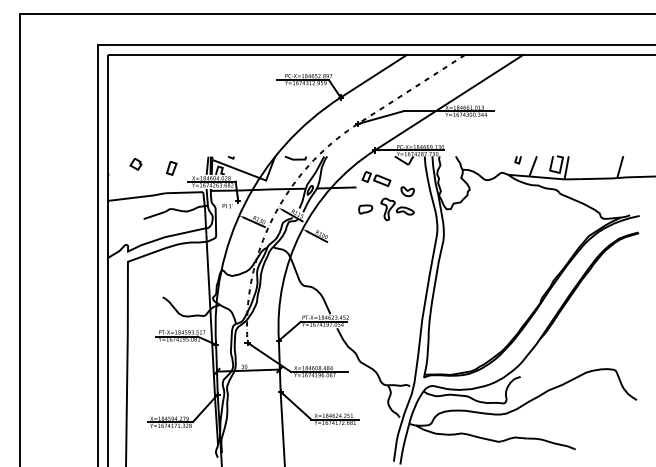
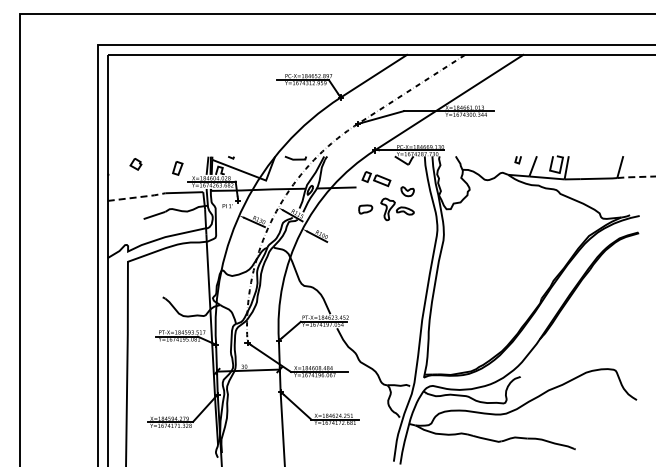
part at (171, 168) position: (171, 168) -> (177, 168)
line at (635, 177): solid -> dashed
line at (137, 197): solid -> dashed
